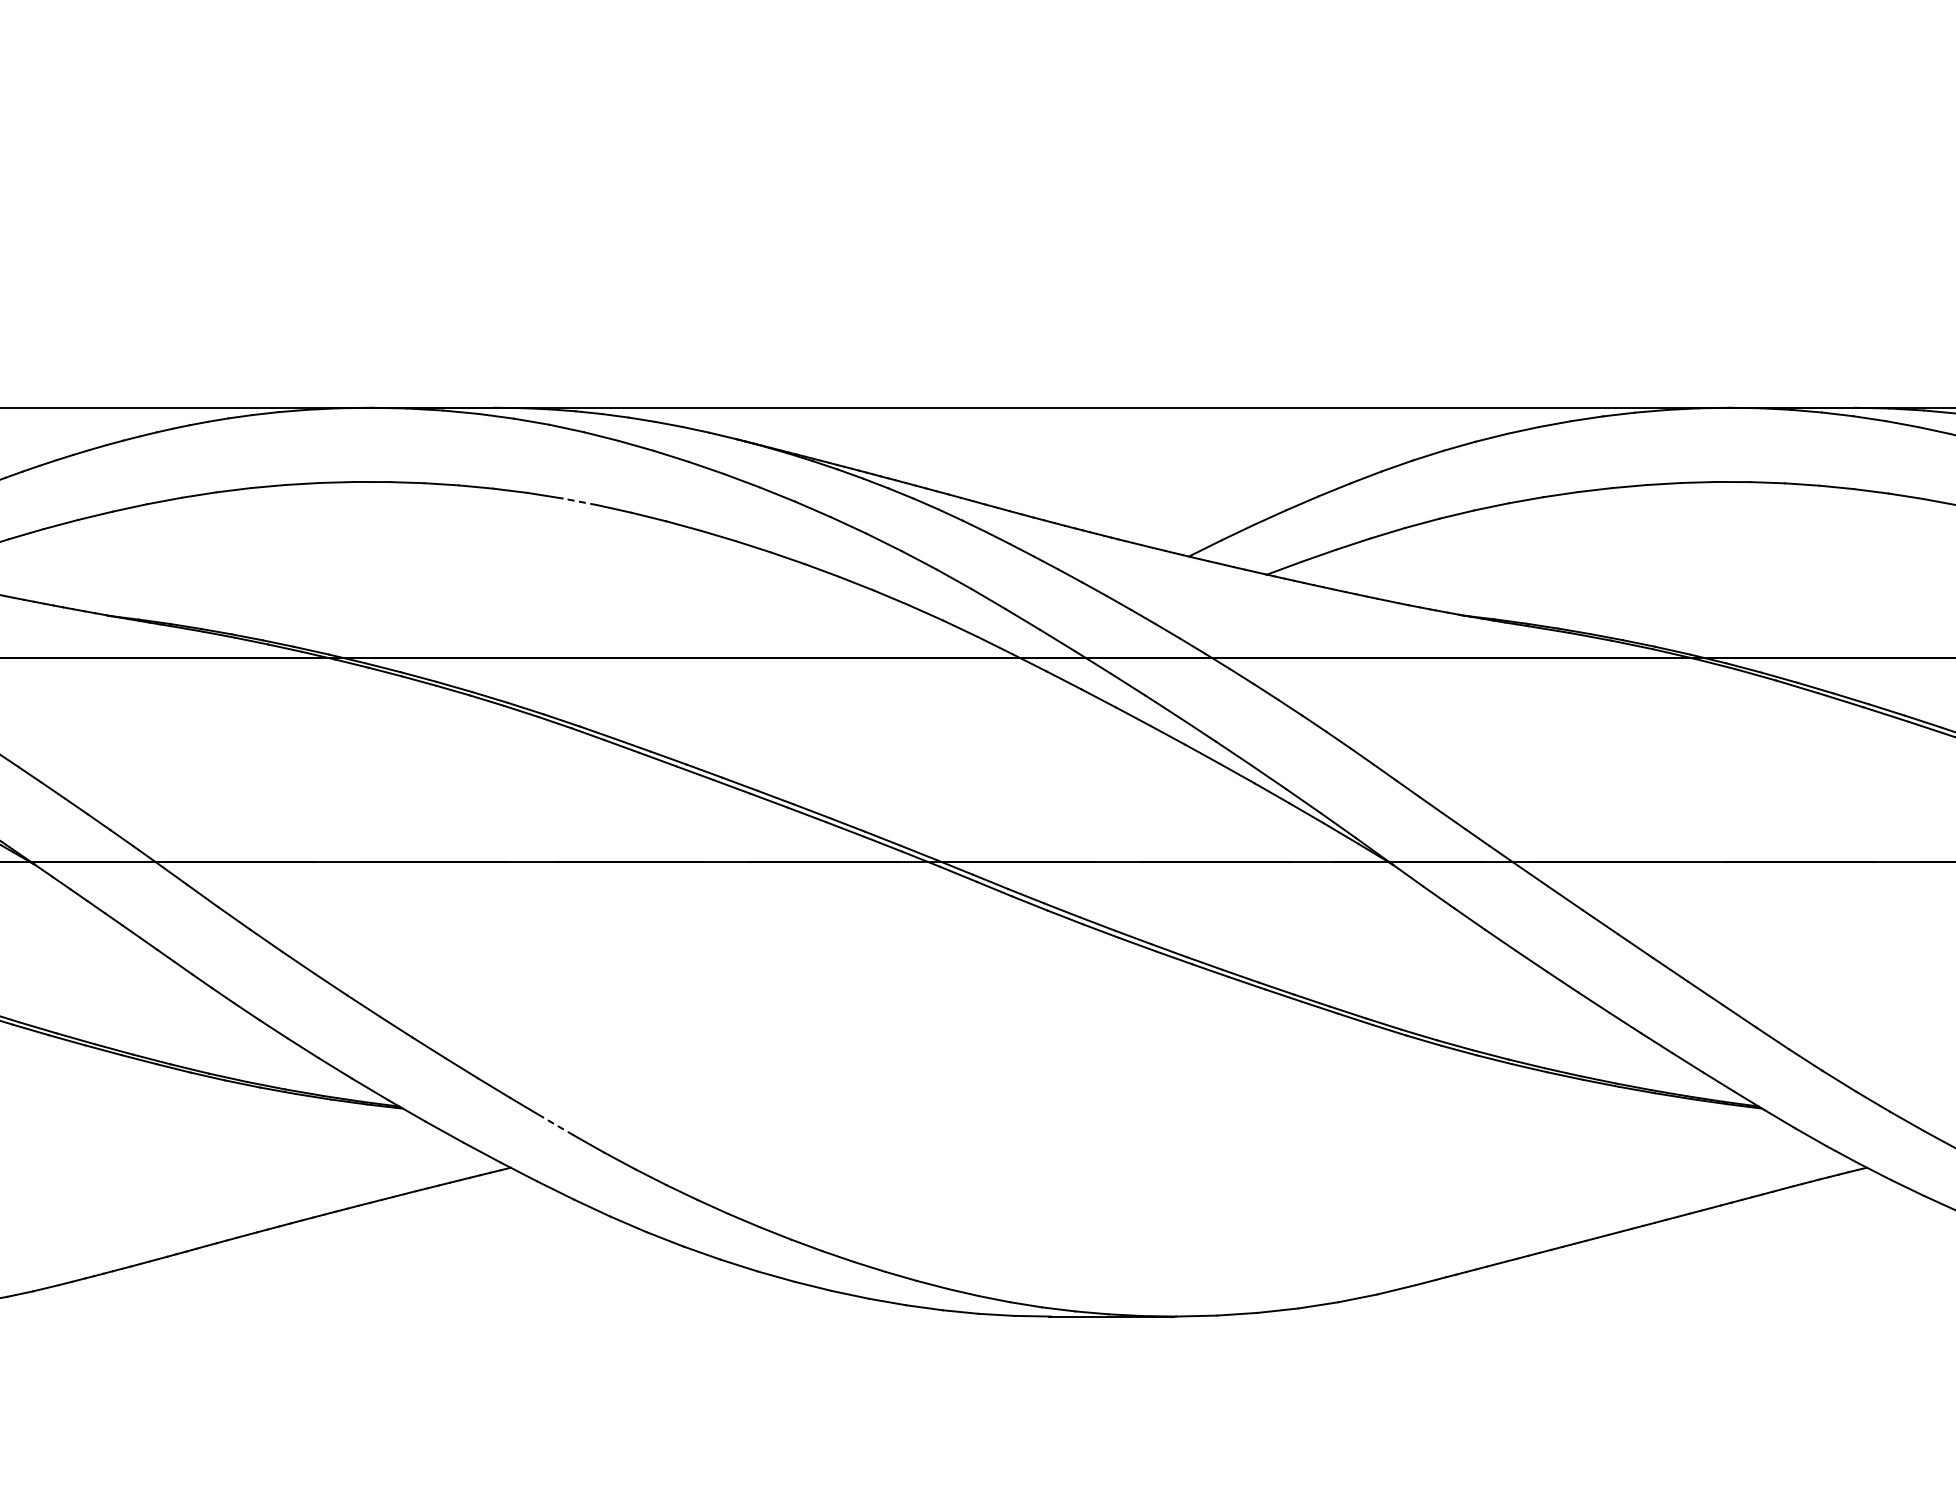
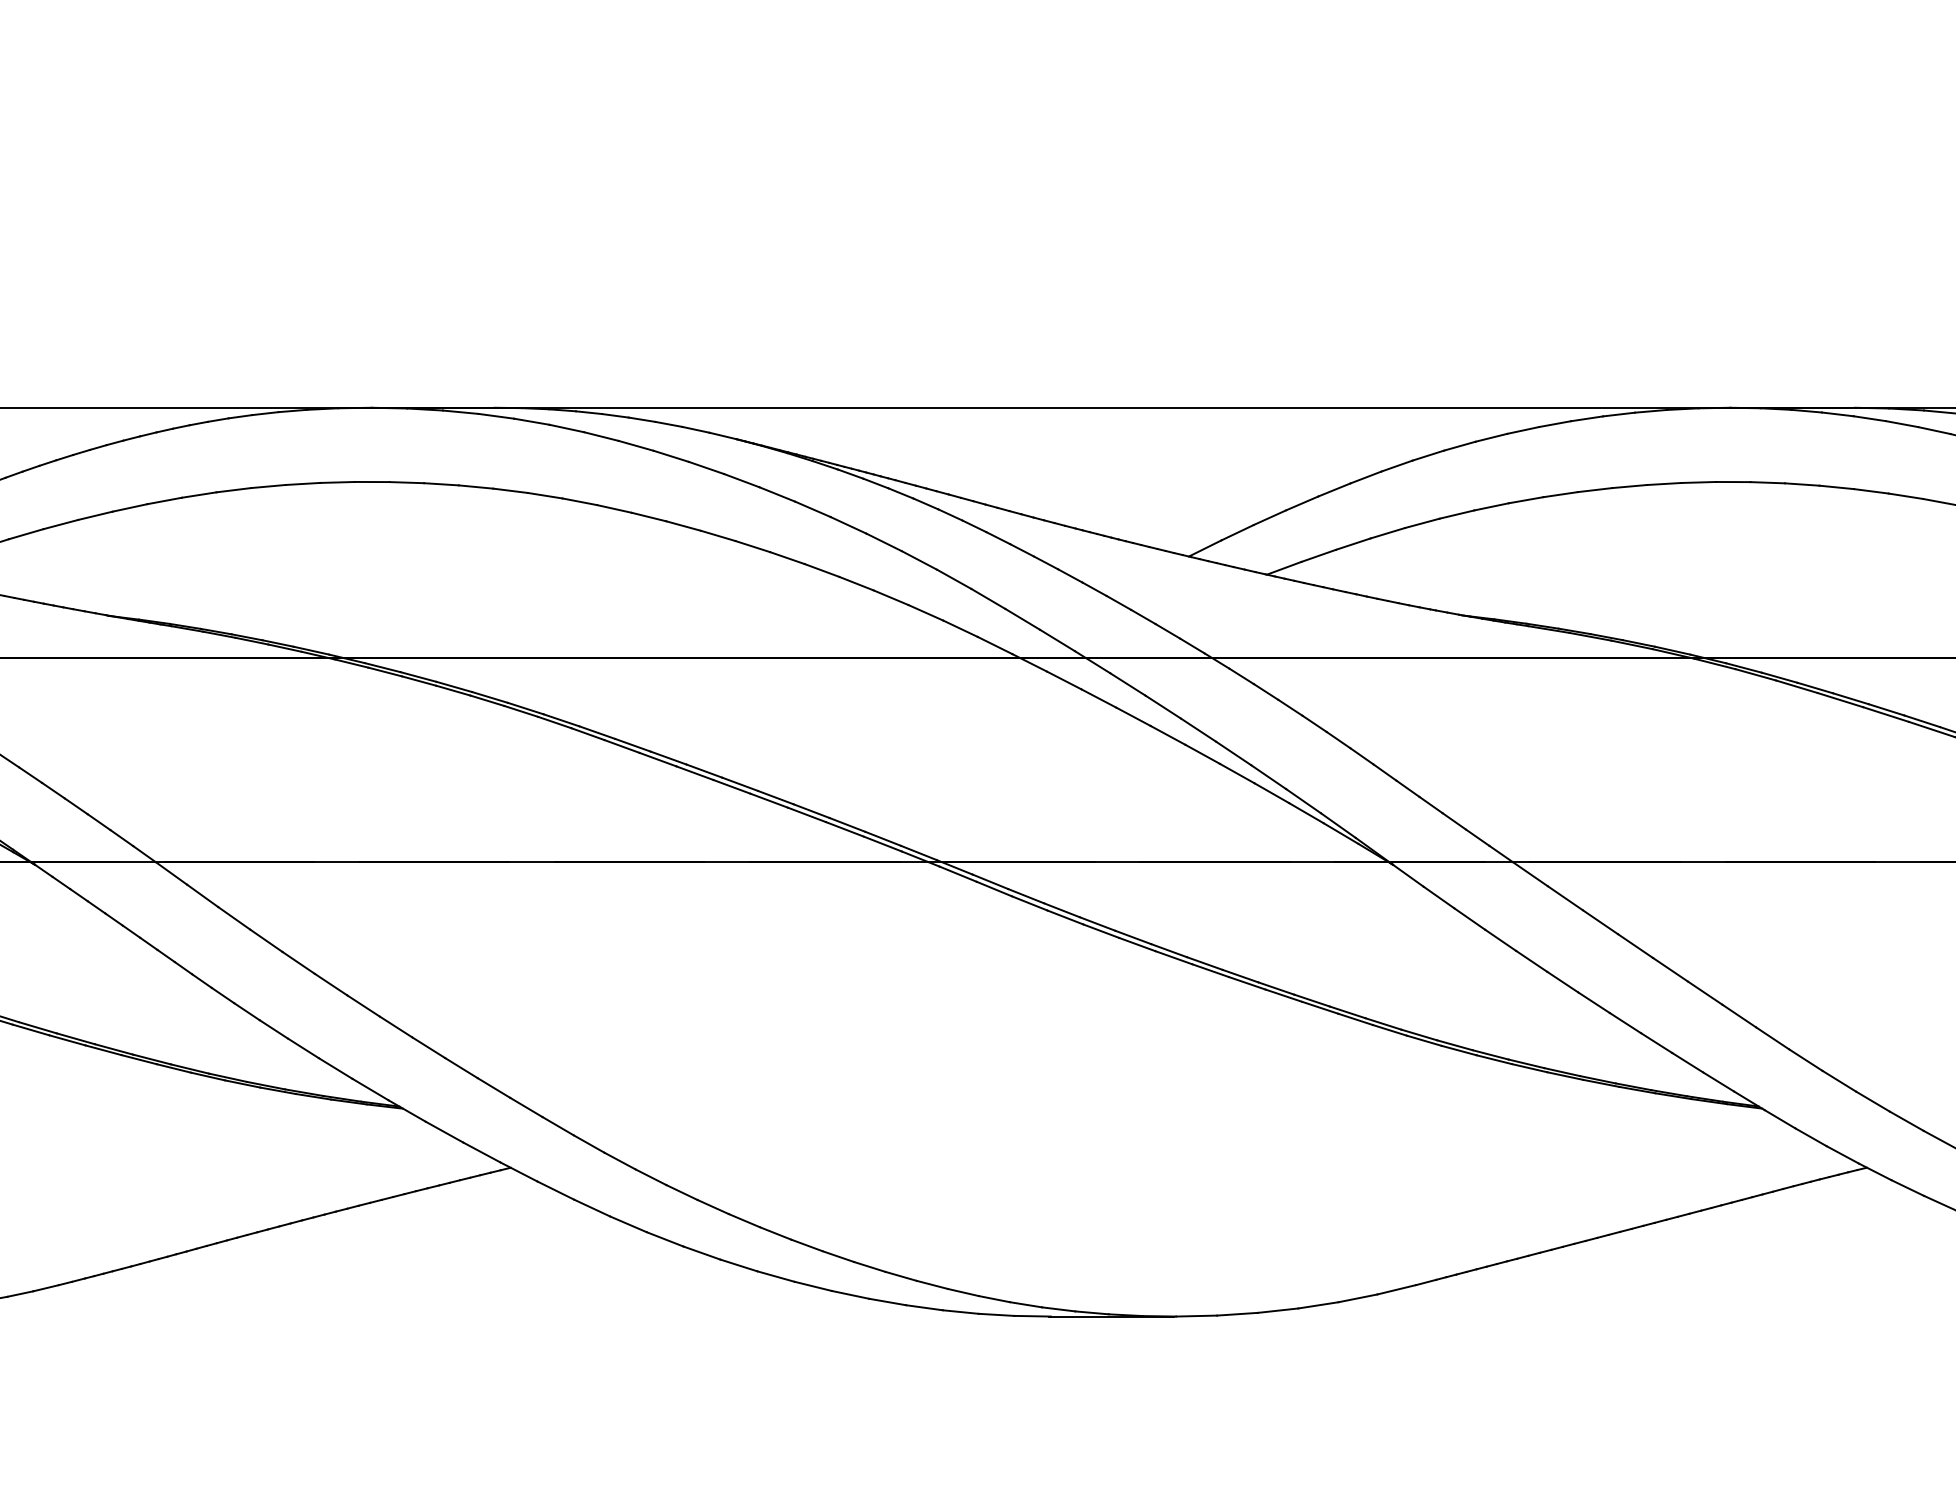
line at (579, 501): dashed -> solid
line at (557, 1125): dashed -> solid
